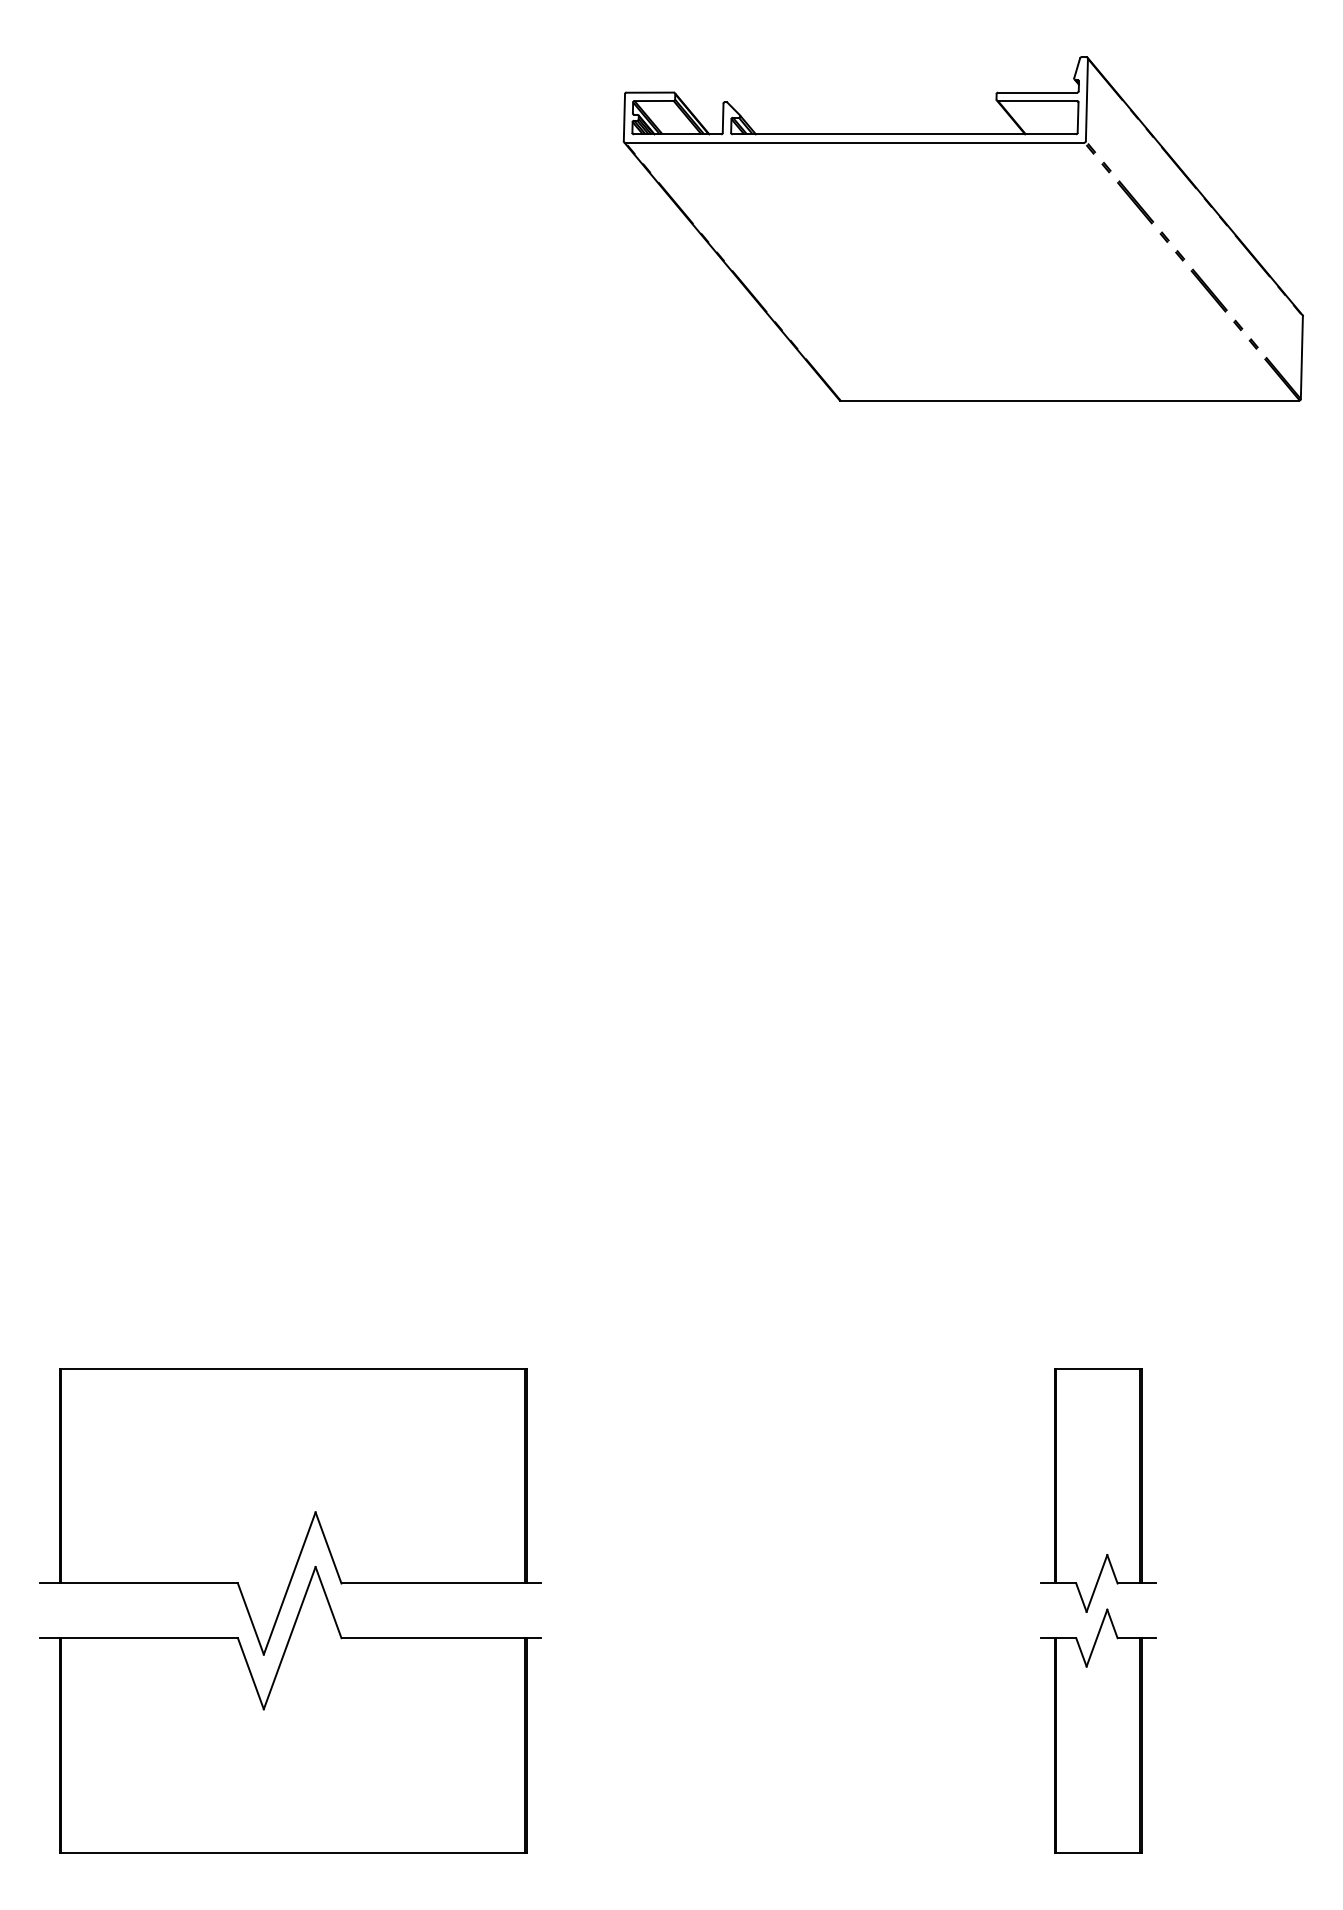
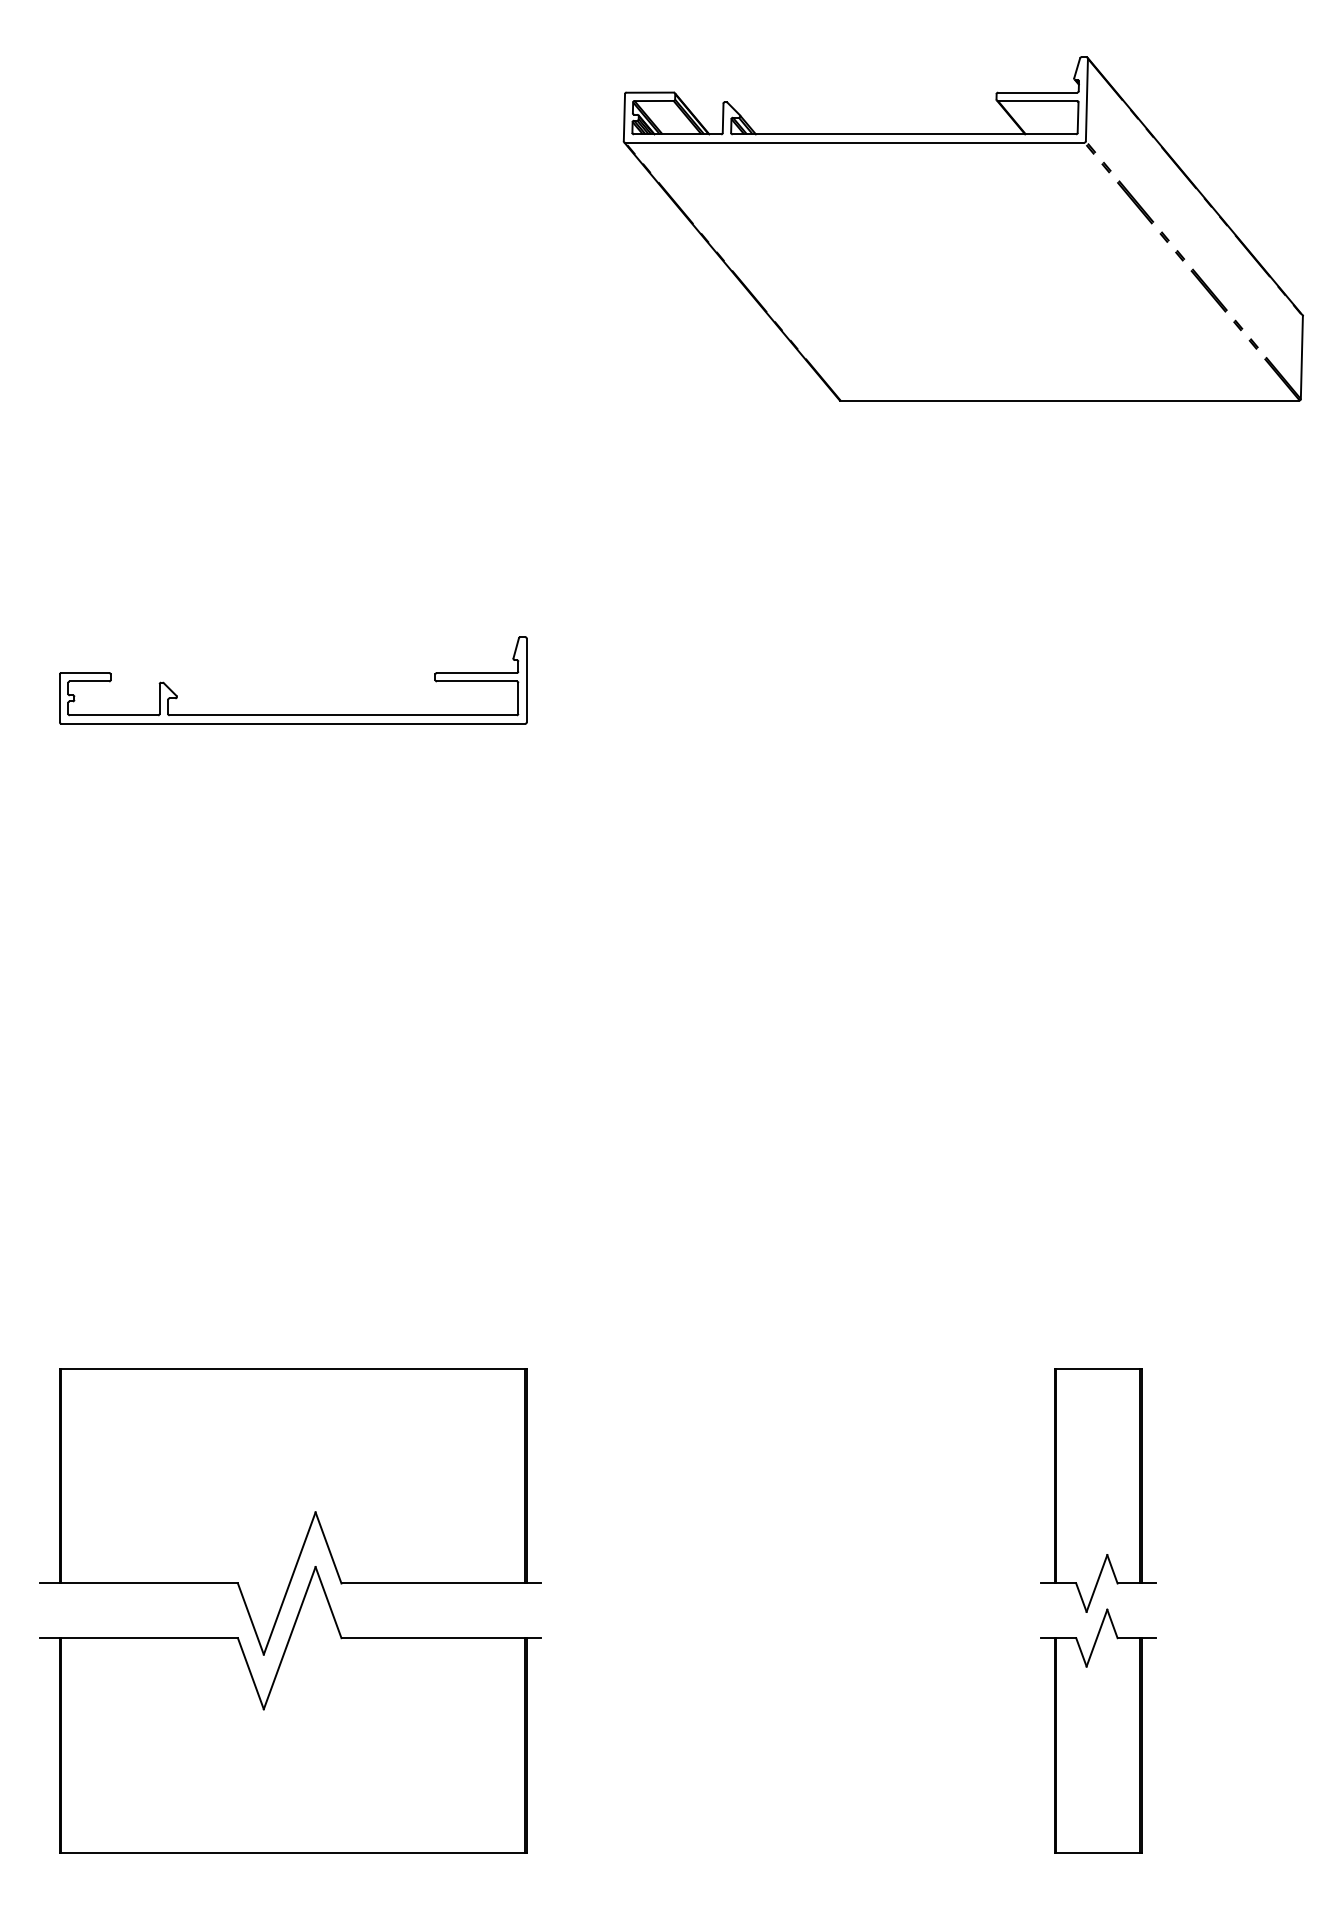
part at (293, 714): none -> present
